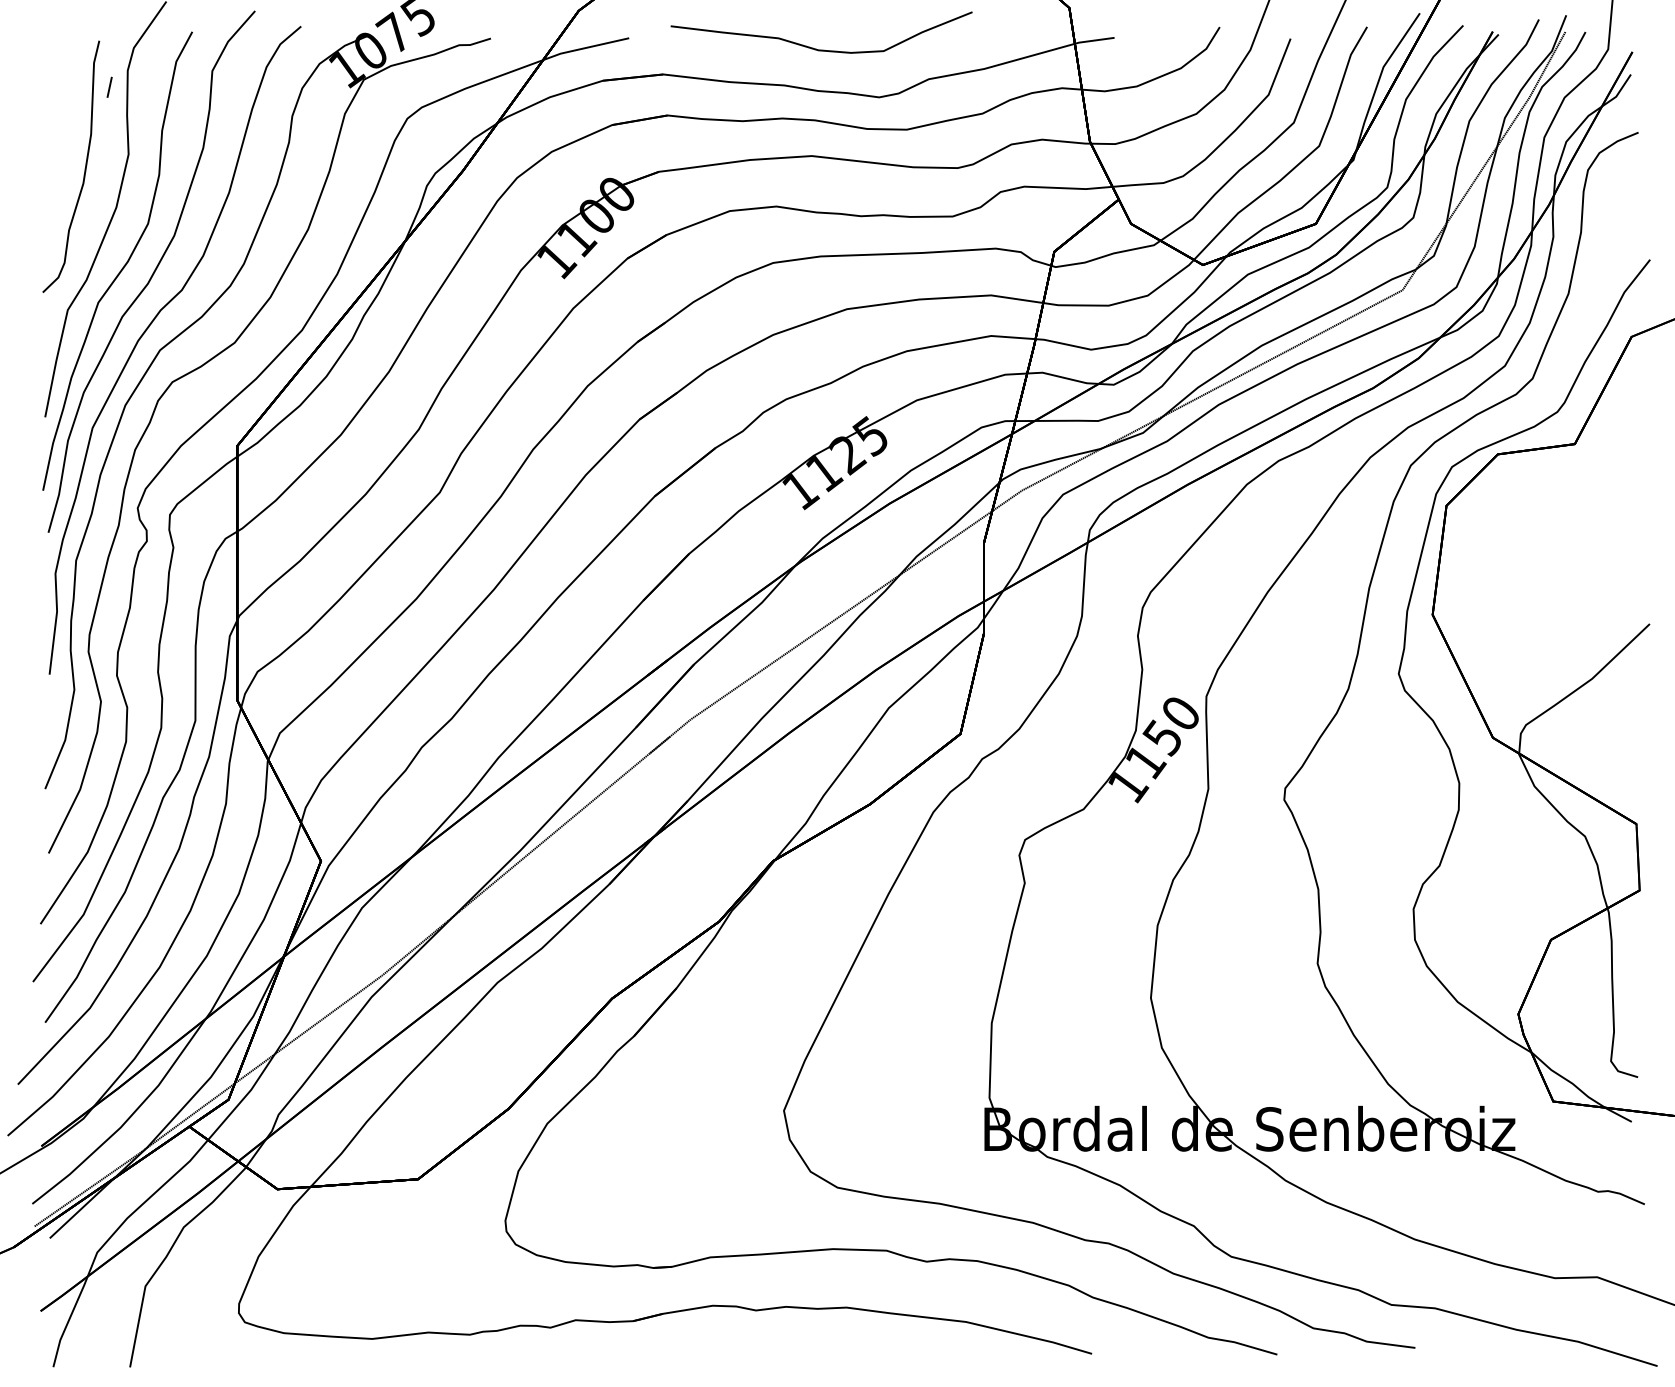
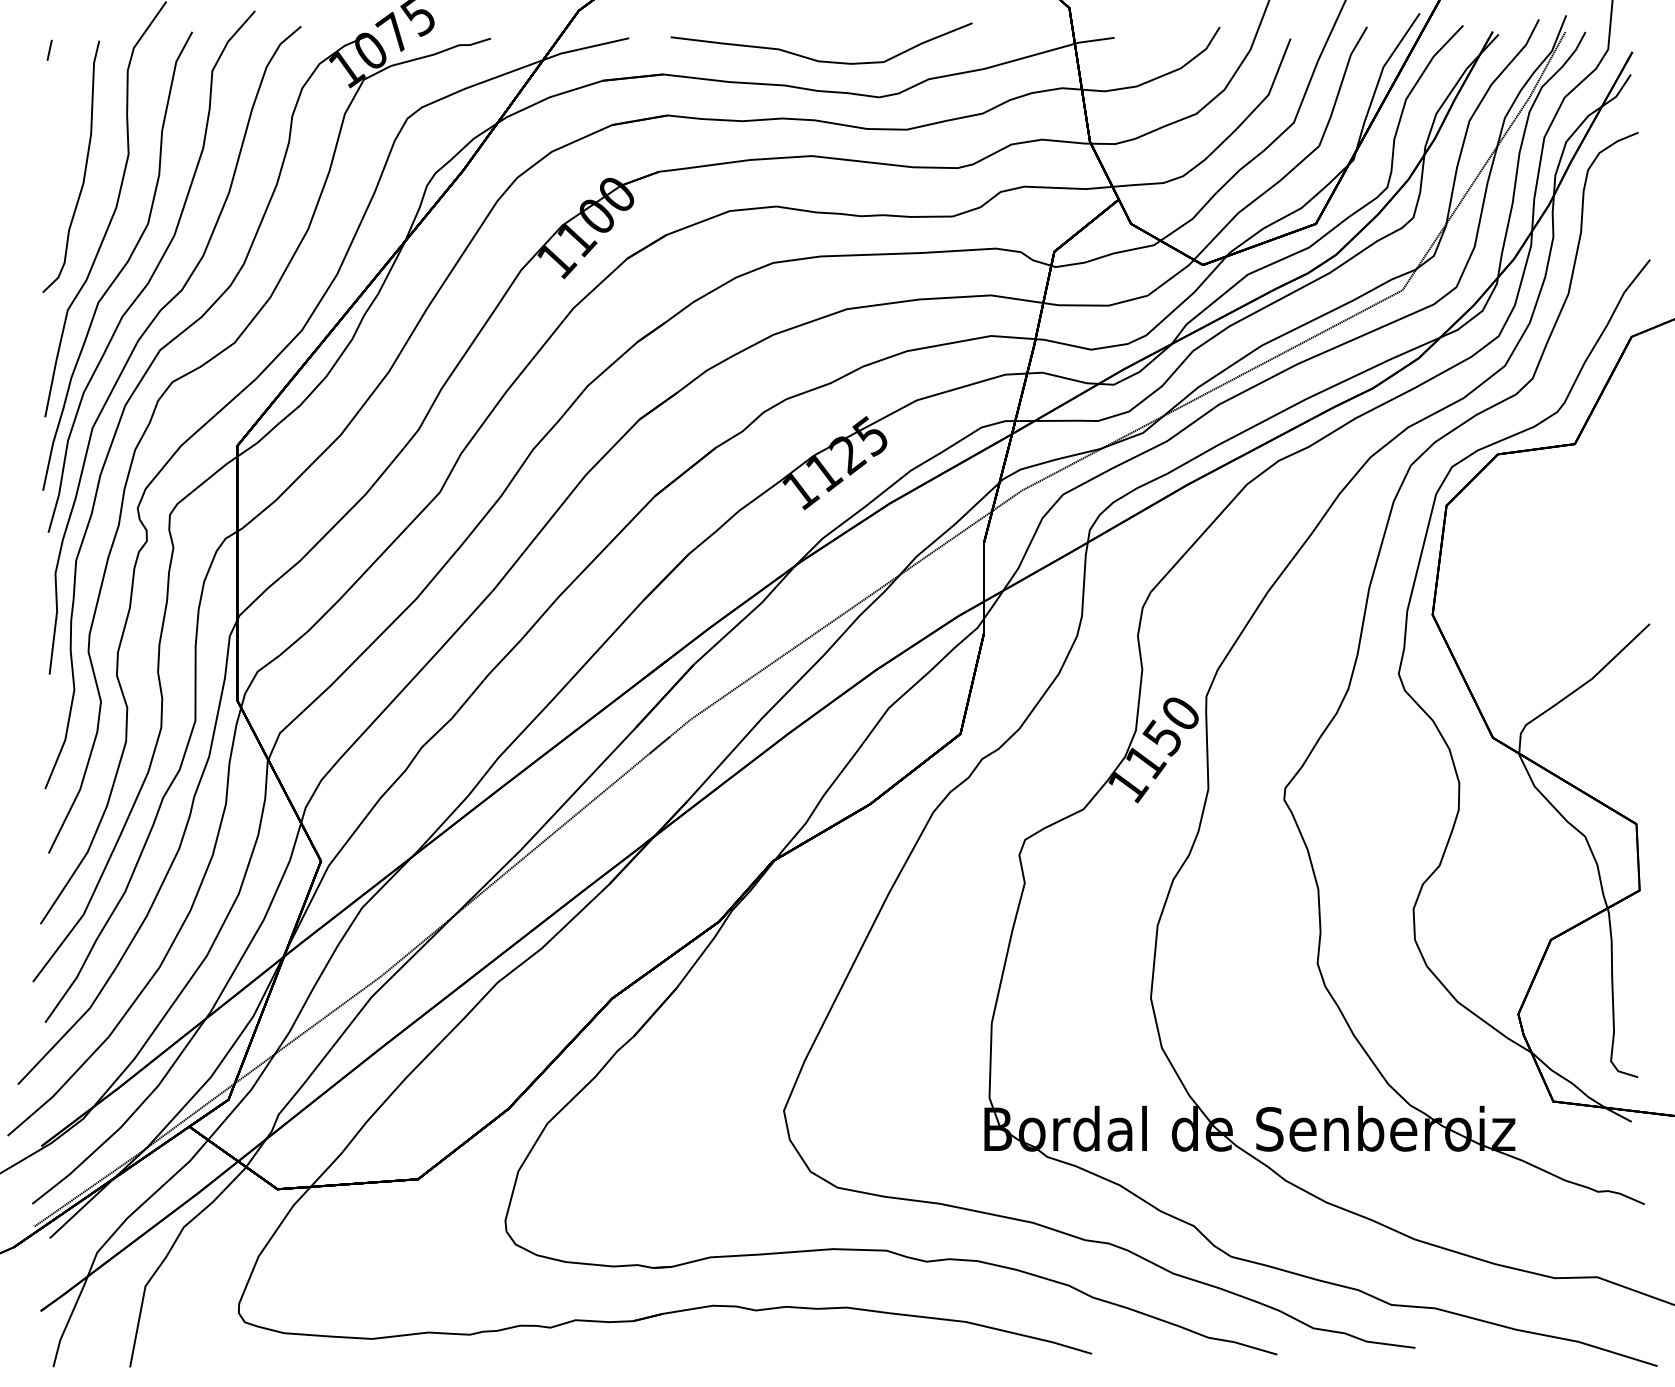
part at (816, 48) position: (816, 48) -> (816, 59)
line at (109, 86) position: (109, 86) -> (49, 49)
